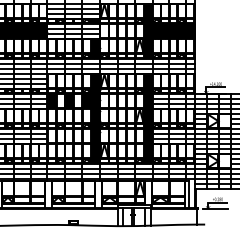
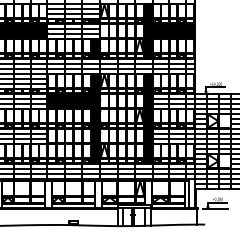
hatch at (60, 100): none -> present
hatch at (78, 100): none -> present
